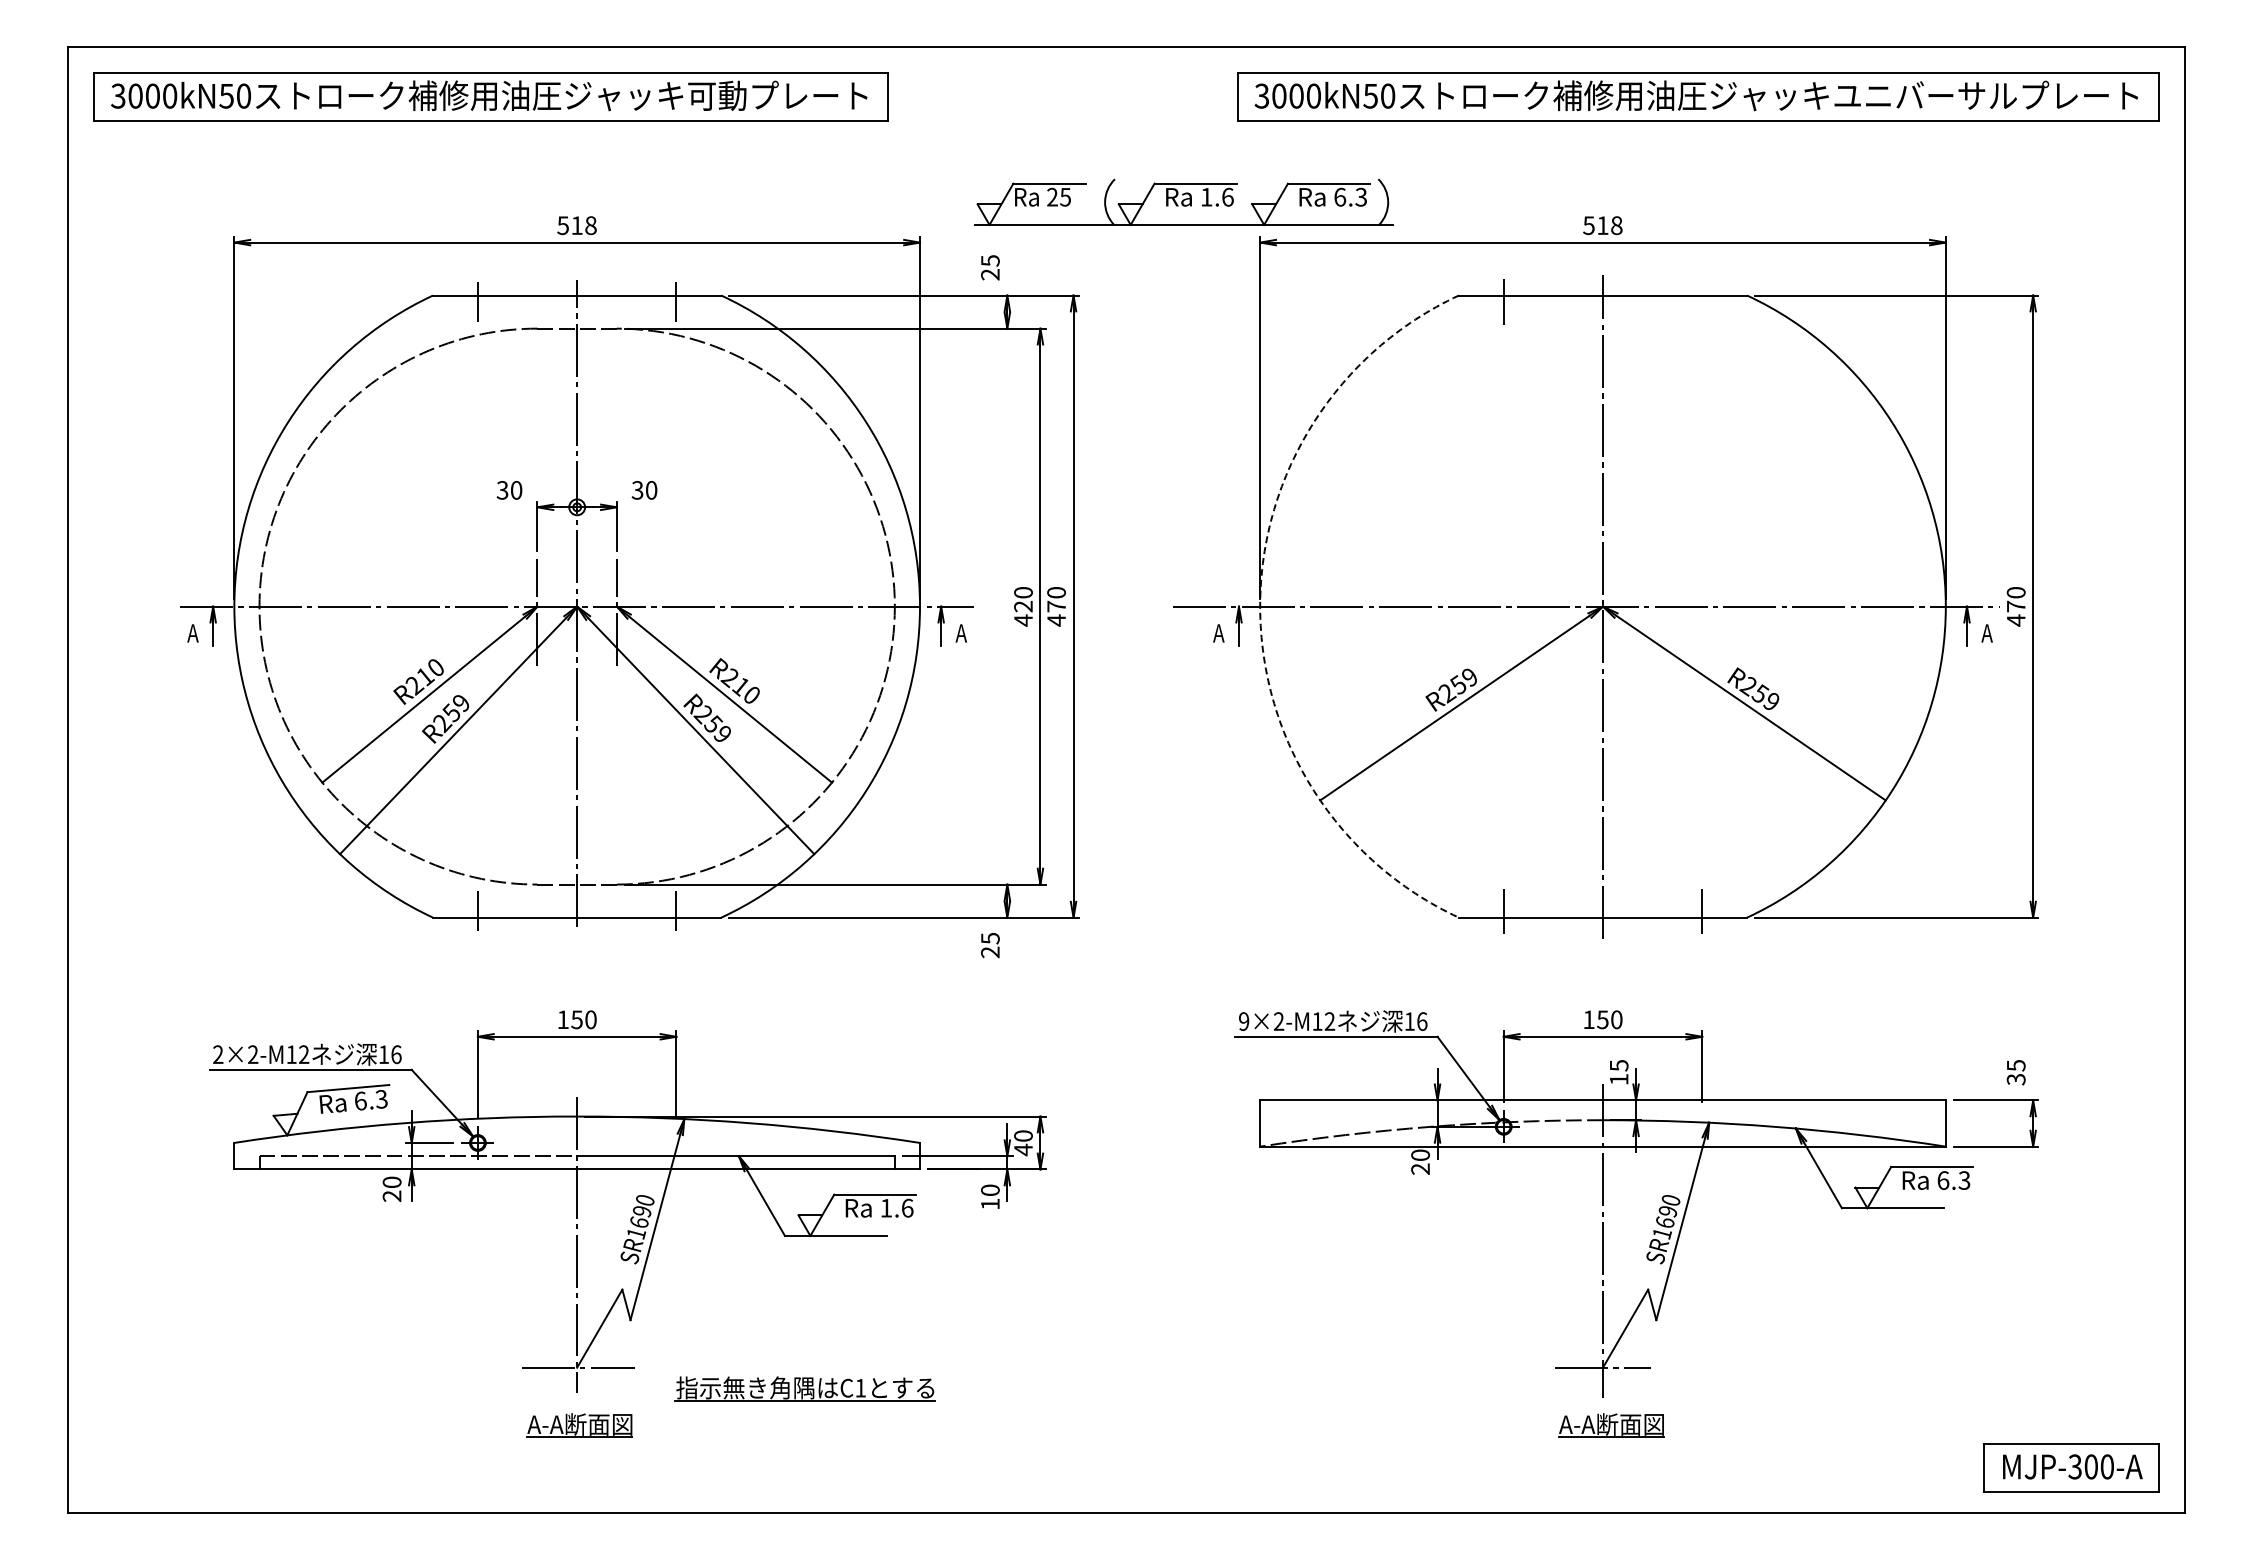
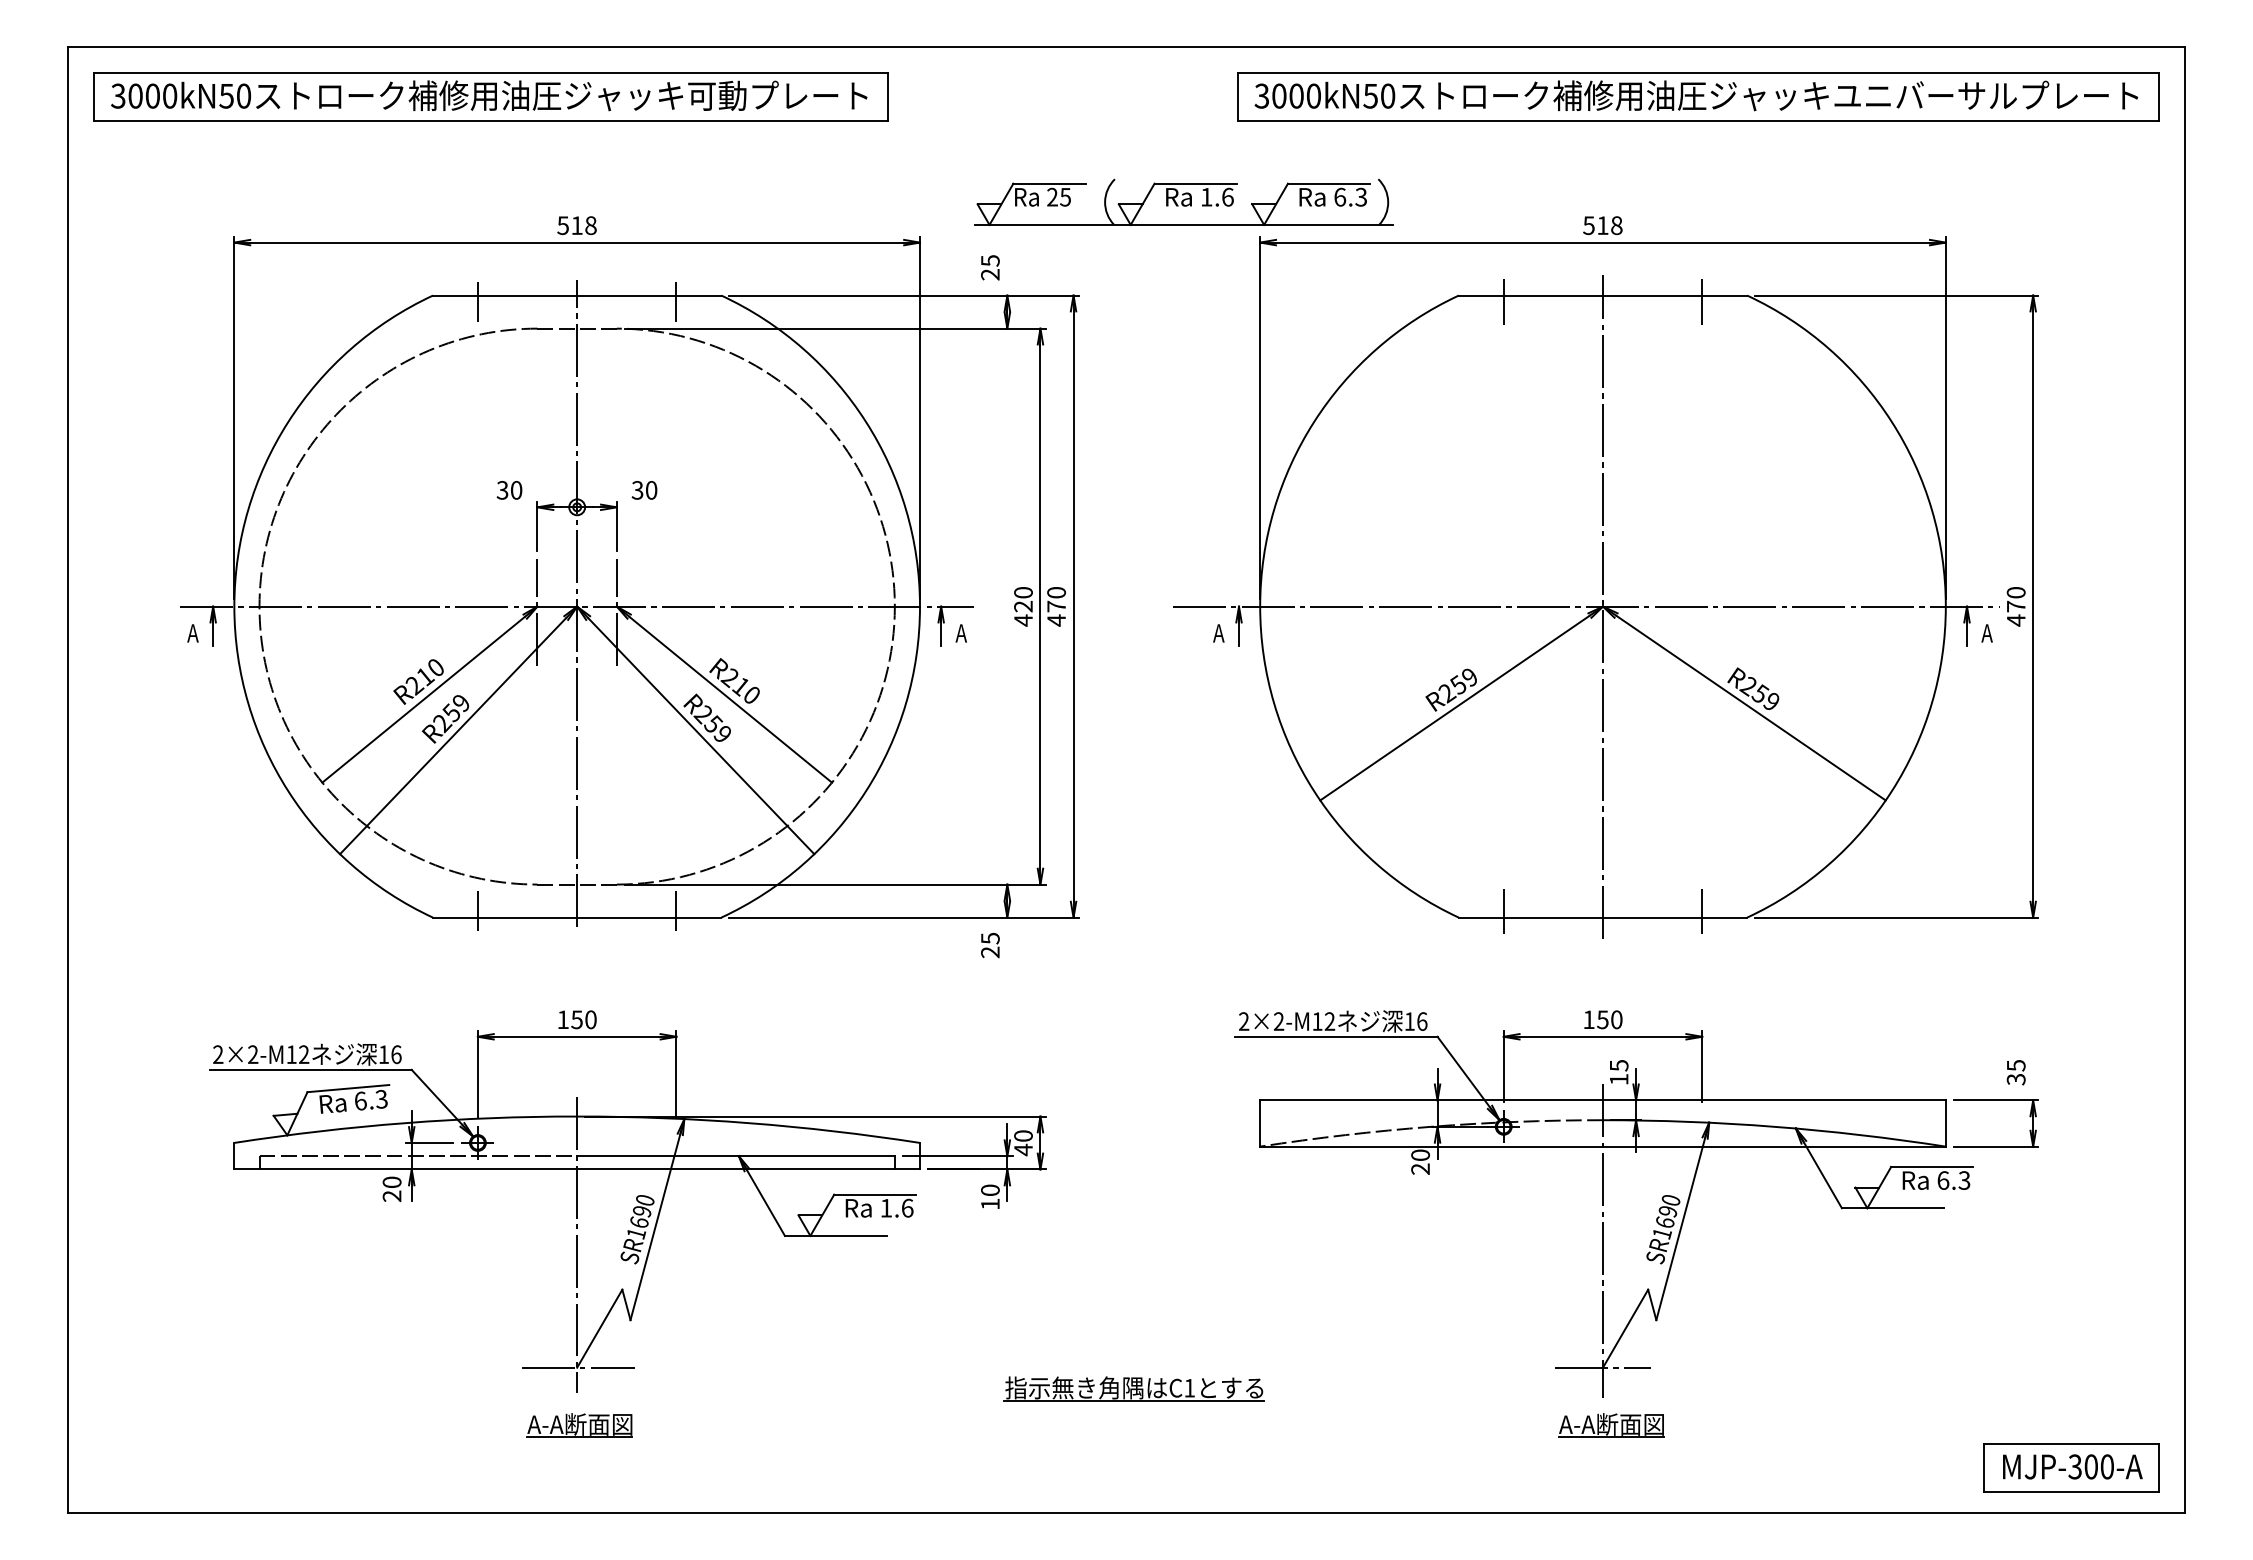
line at (1702, 301): none -> present
arc at (1260, 606): dashed -> solid
text at (1244, 1021): 9×2-M12 -> 2×2-M12
part at (804, 1388) position: (804, 1388) -> (1133, 1388)
